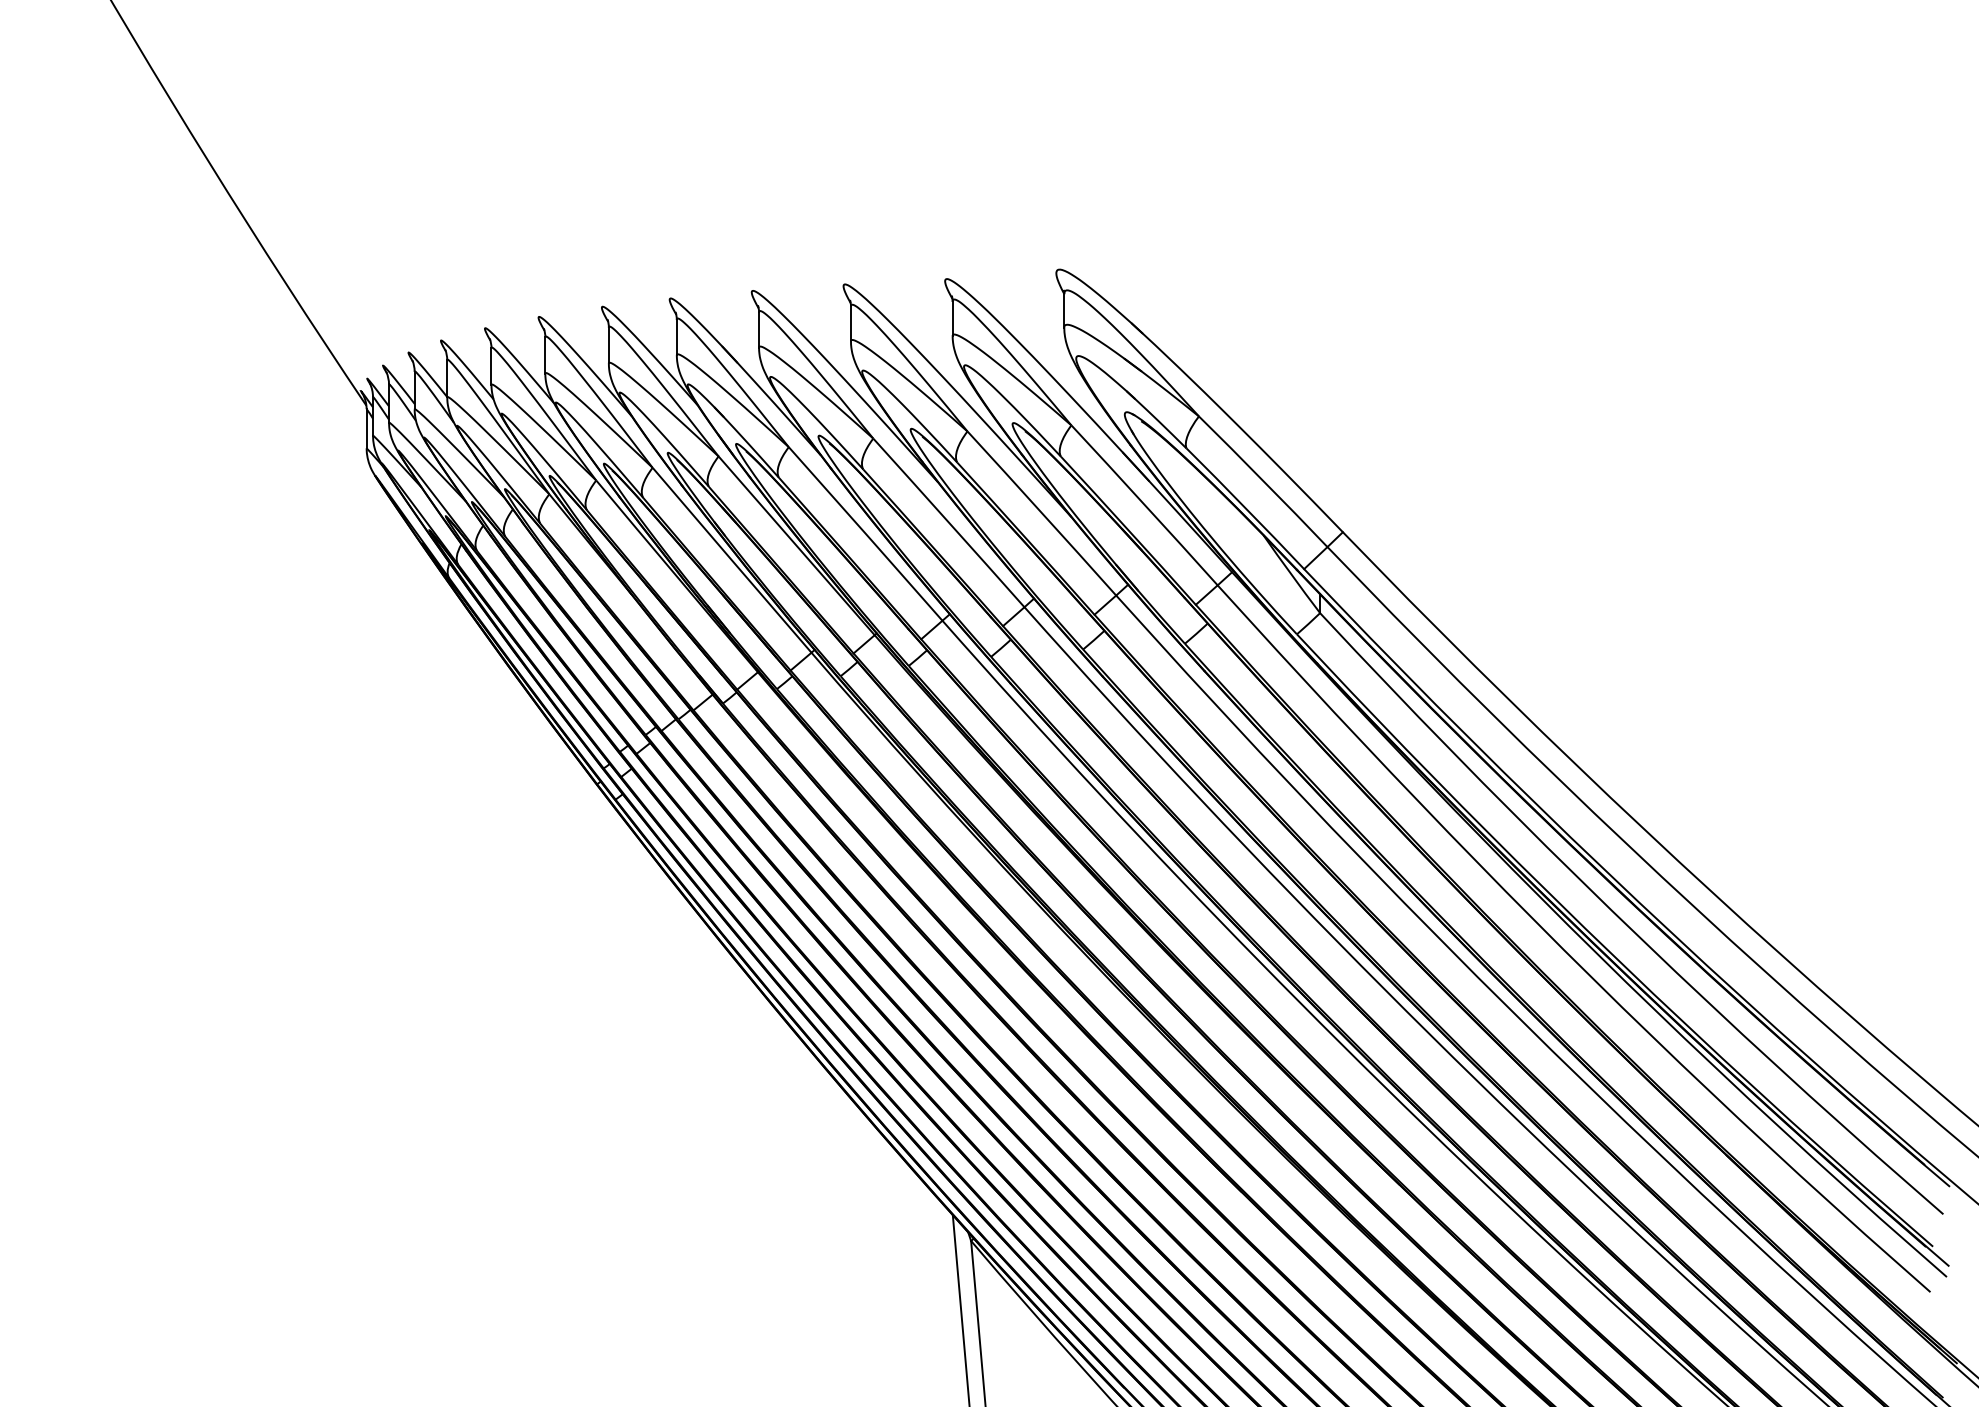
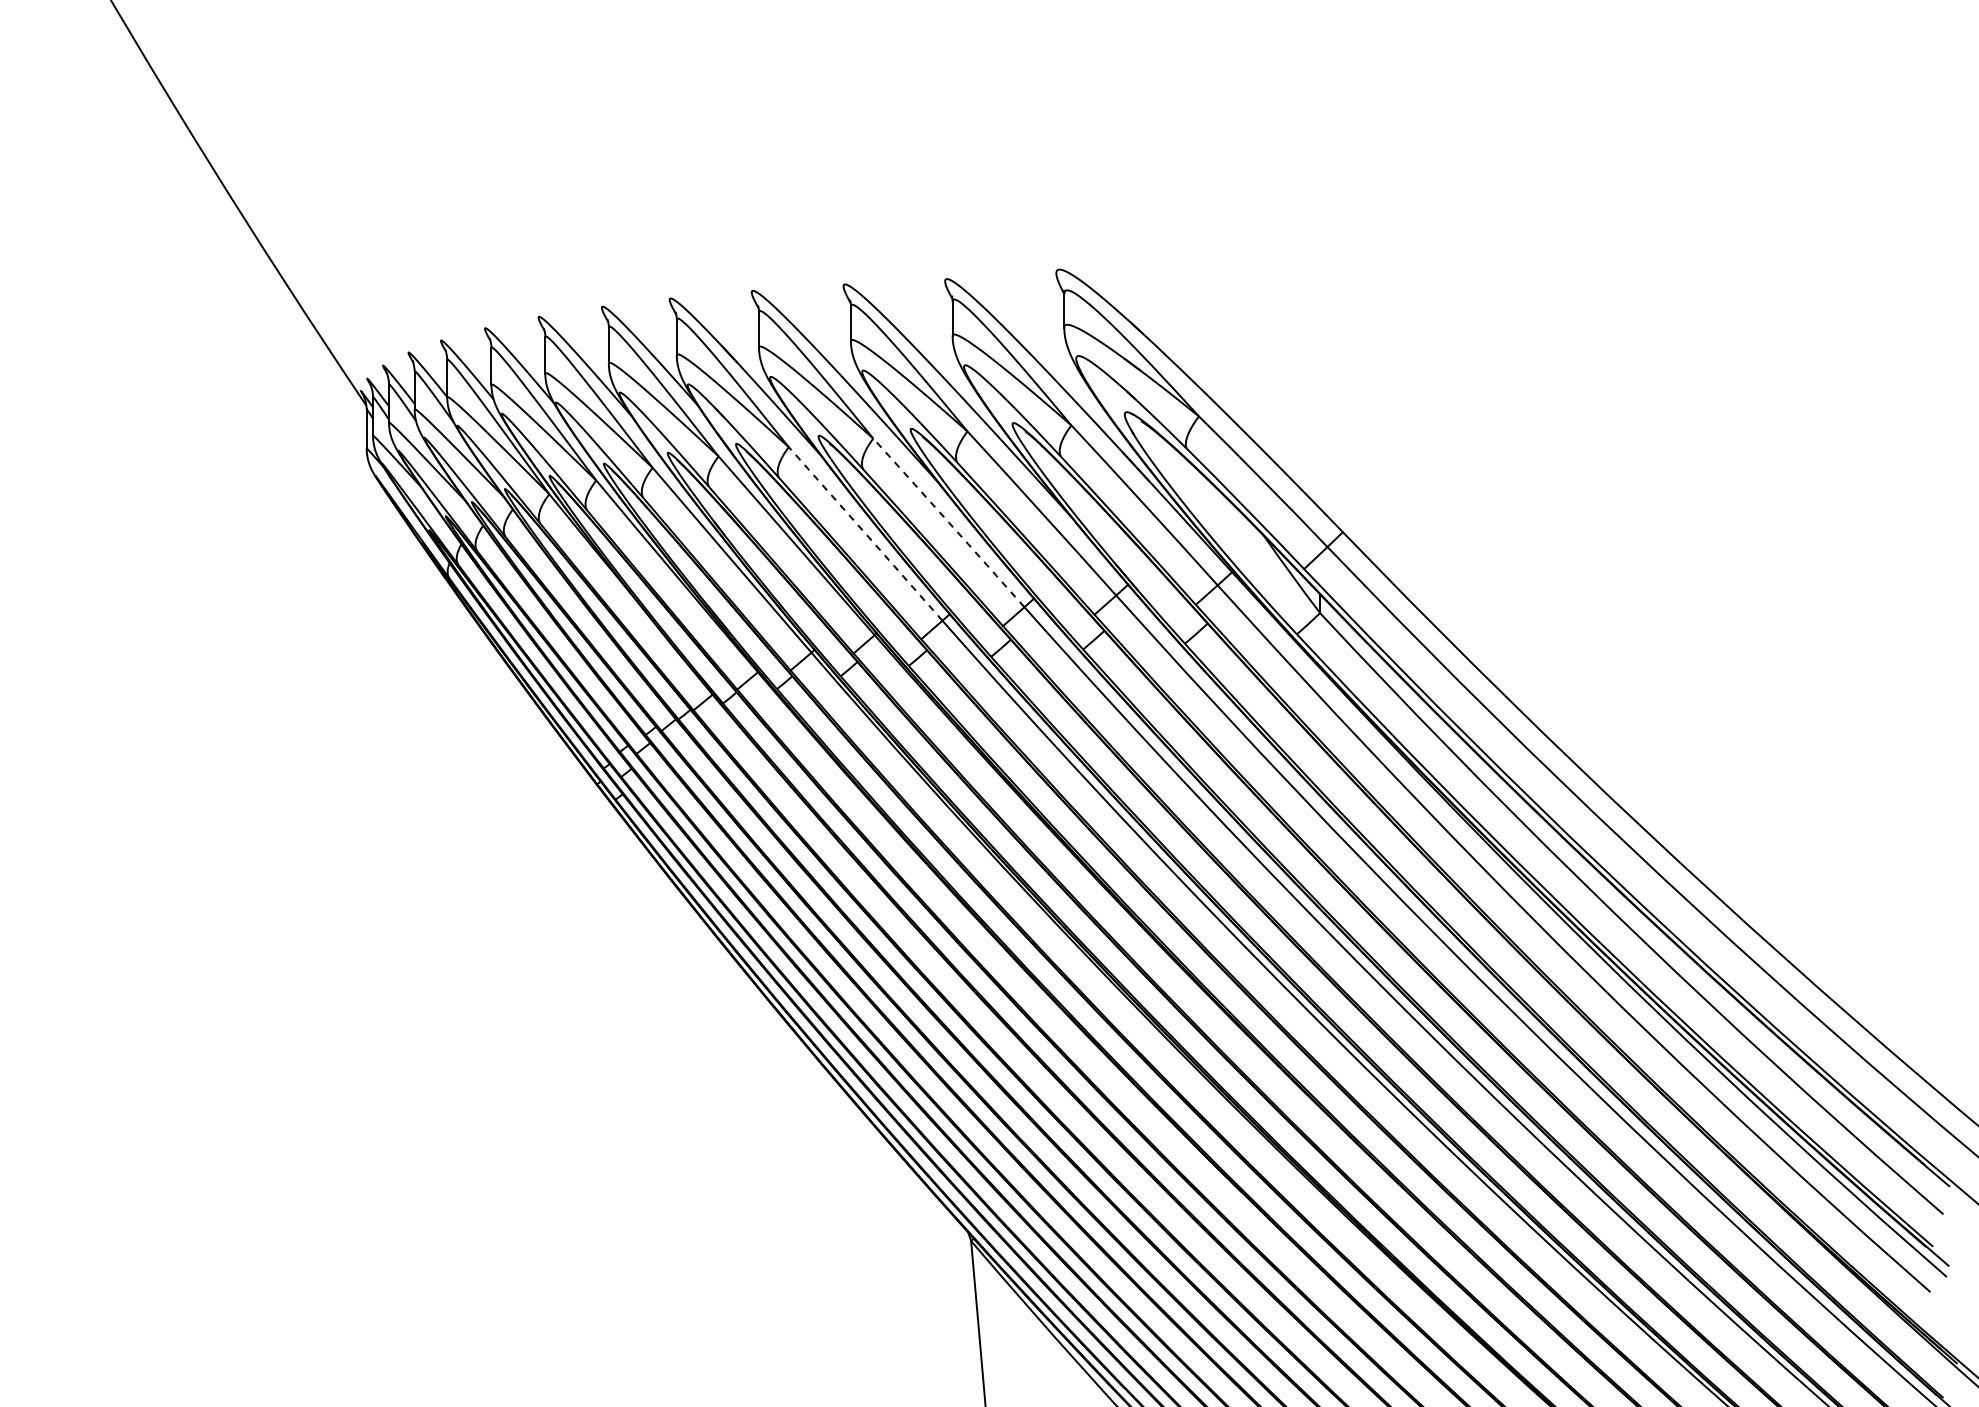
arc at (949, 522): solid -> dashed
arc at (865, 533): solid -> dashed
line at (960, 1309): present -> none
